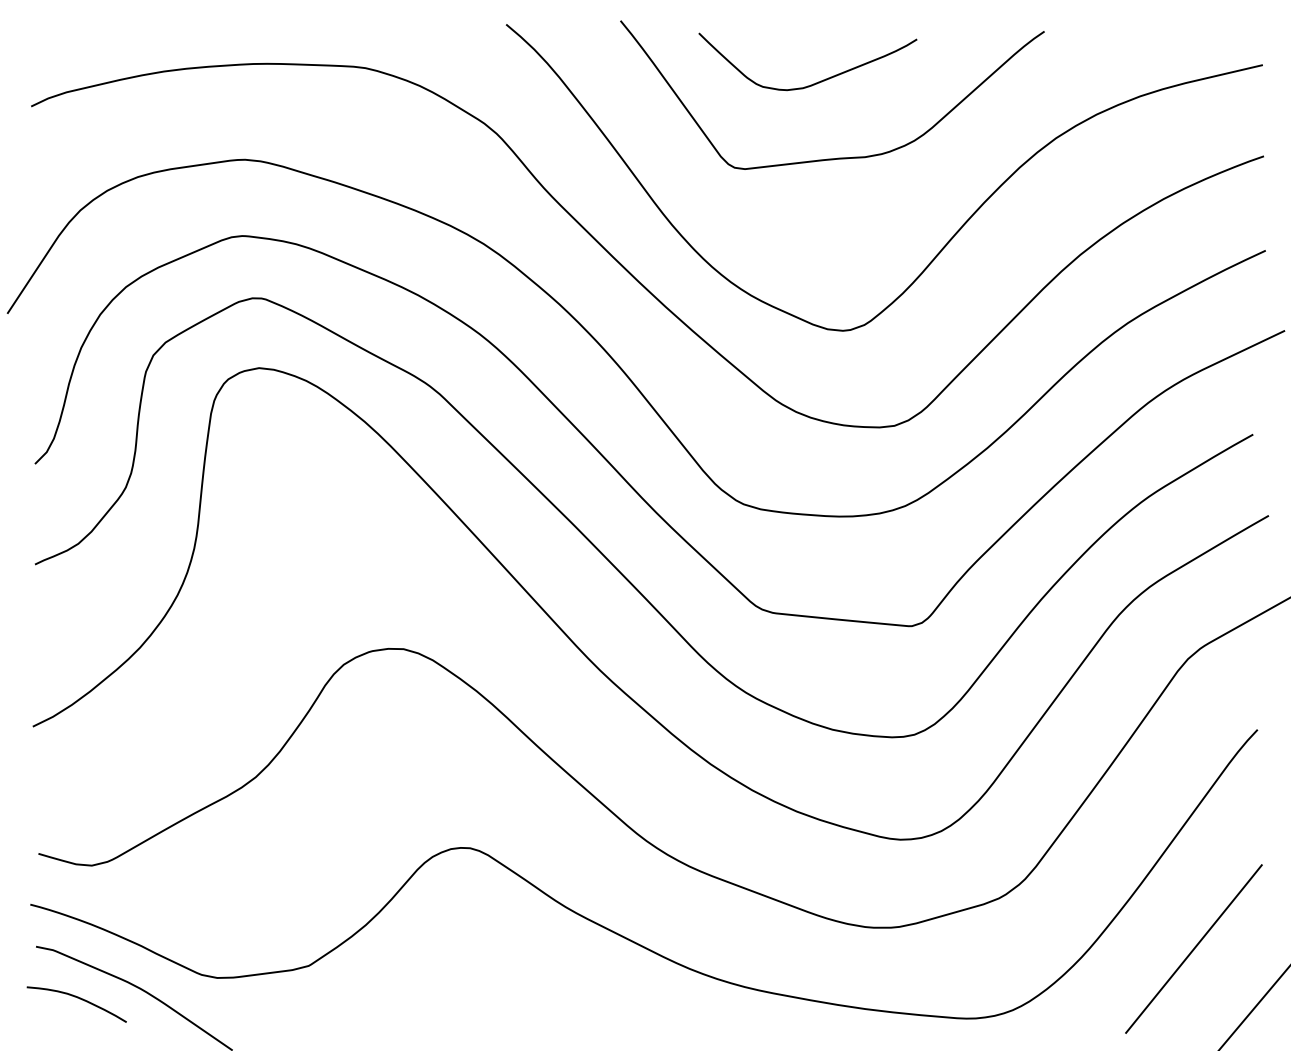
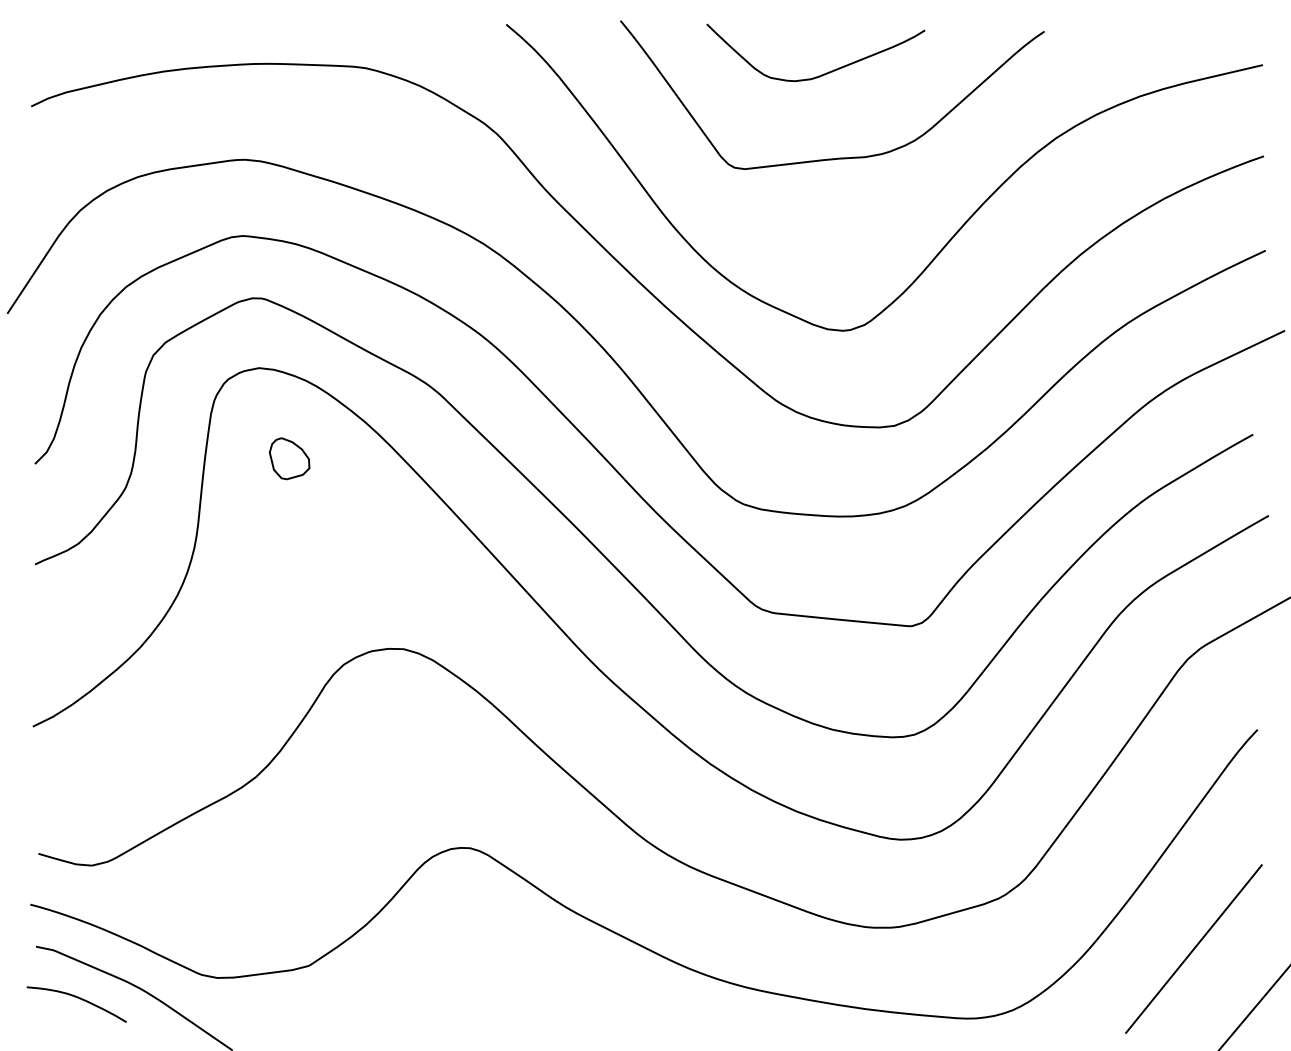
curve at (815, 82) position: (815, 82) -> (823, 73)
part at (289, 458): none -> present
